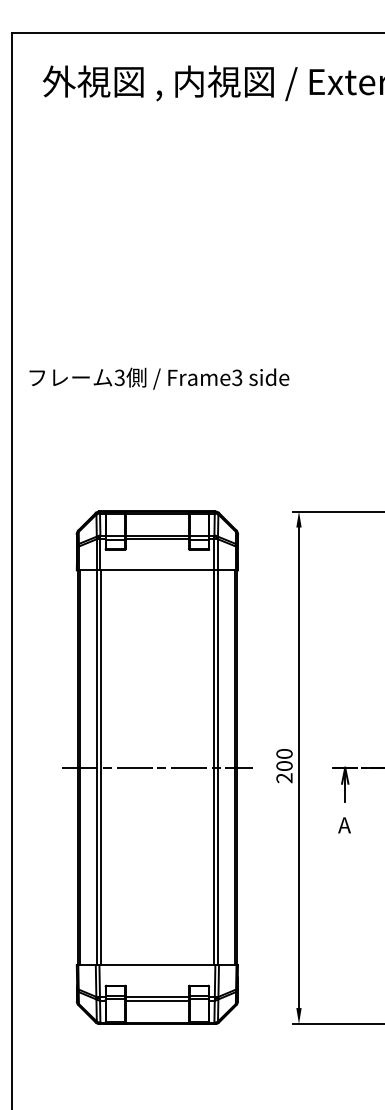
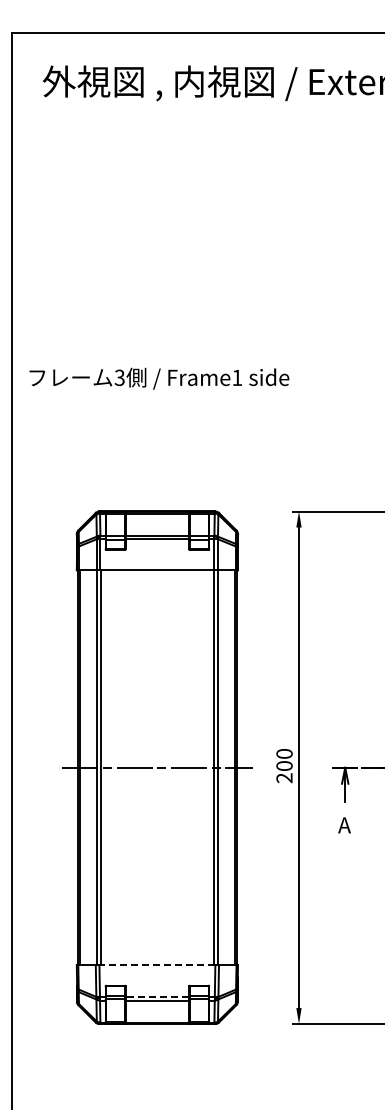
text at (237, 377): Frame3 -> Frame1
line at (157, 965): solid -> dashed
line at (156, 996): solid -> dashed
